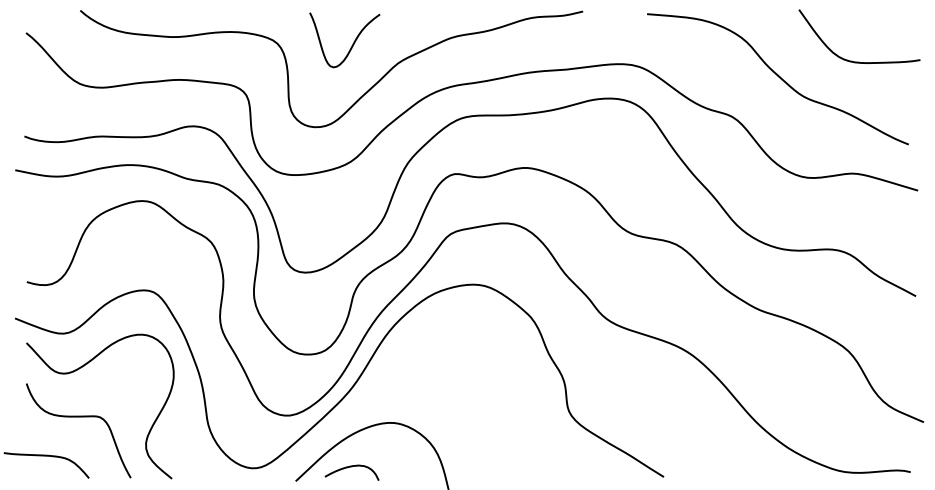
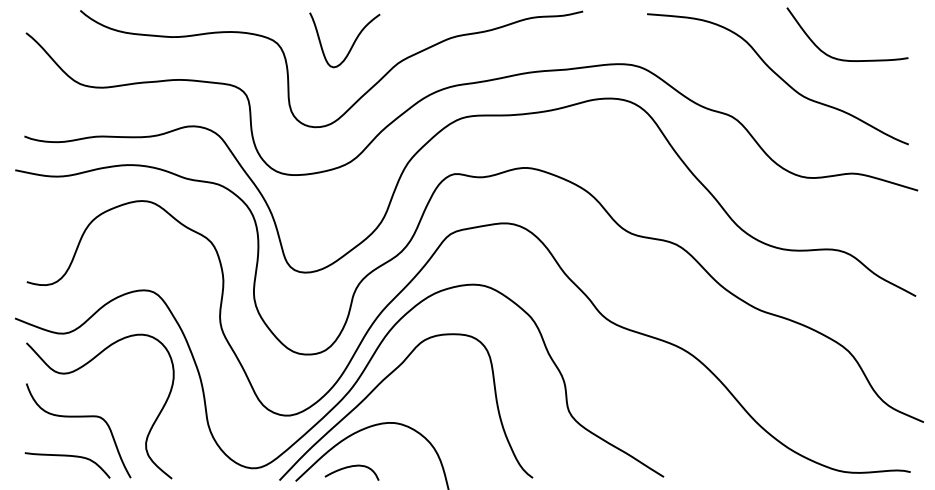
curve at (859, 61) position: (859, 61) -> (847, 59)
curve at (382, 382): none -> present
curve at (46, 456) position: (46, 456) -> (67, 456)
